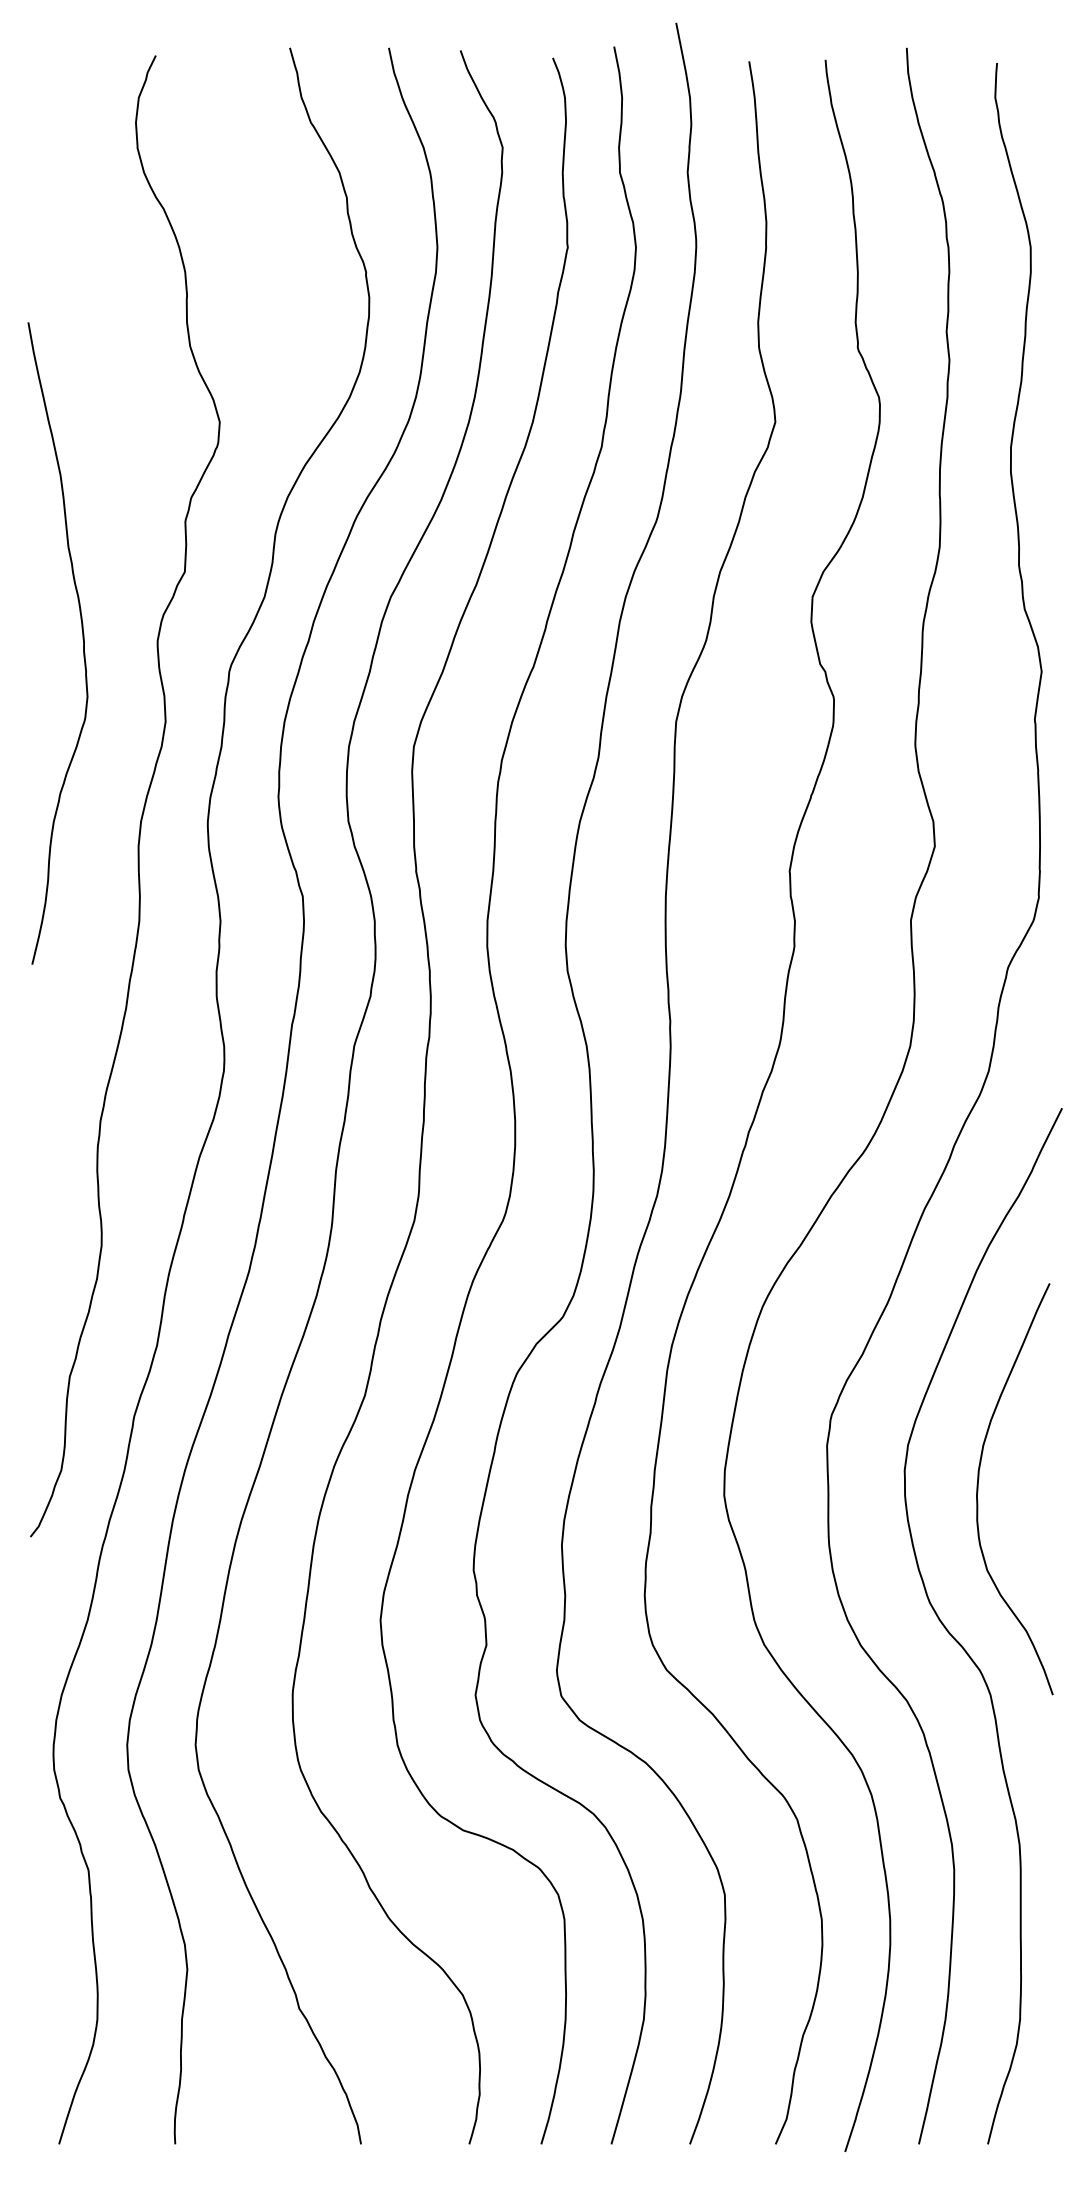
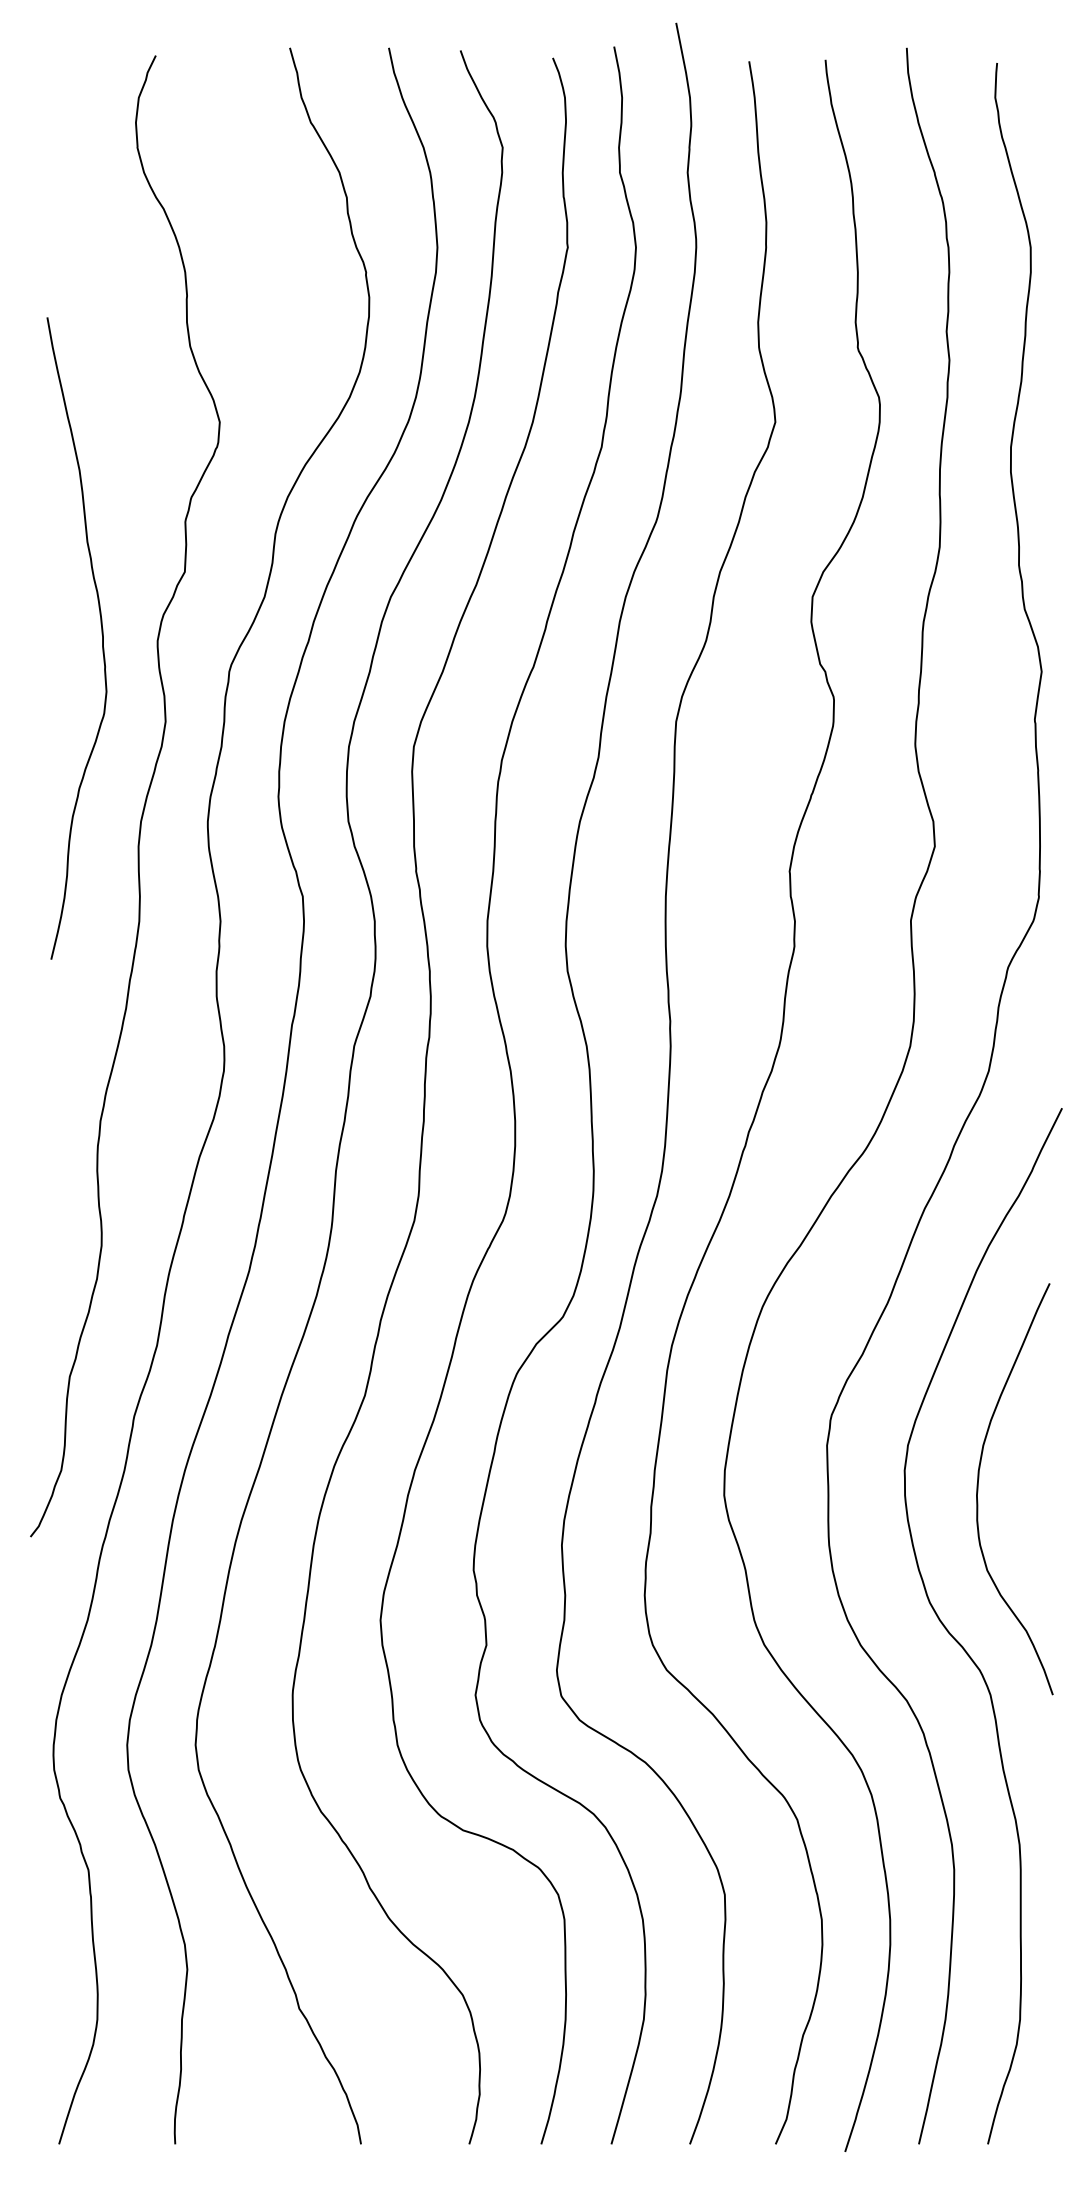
curve at (82, 639) position: (82, 639) -> (101, 634)
